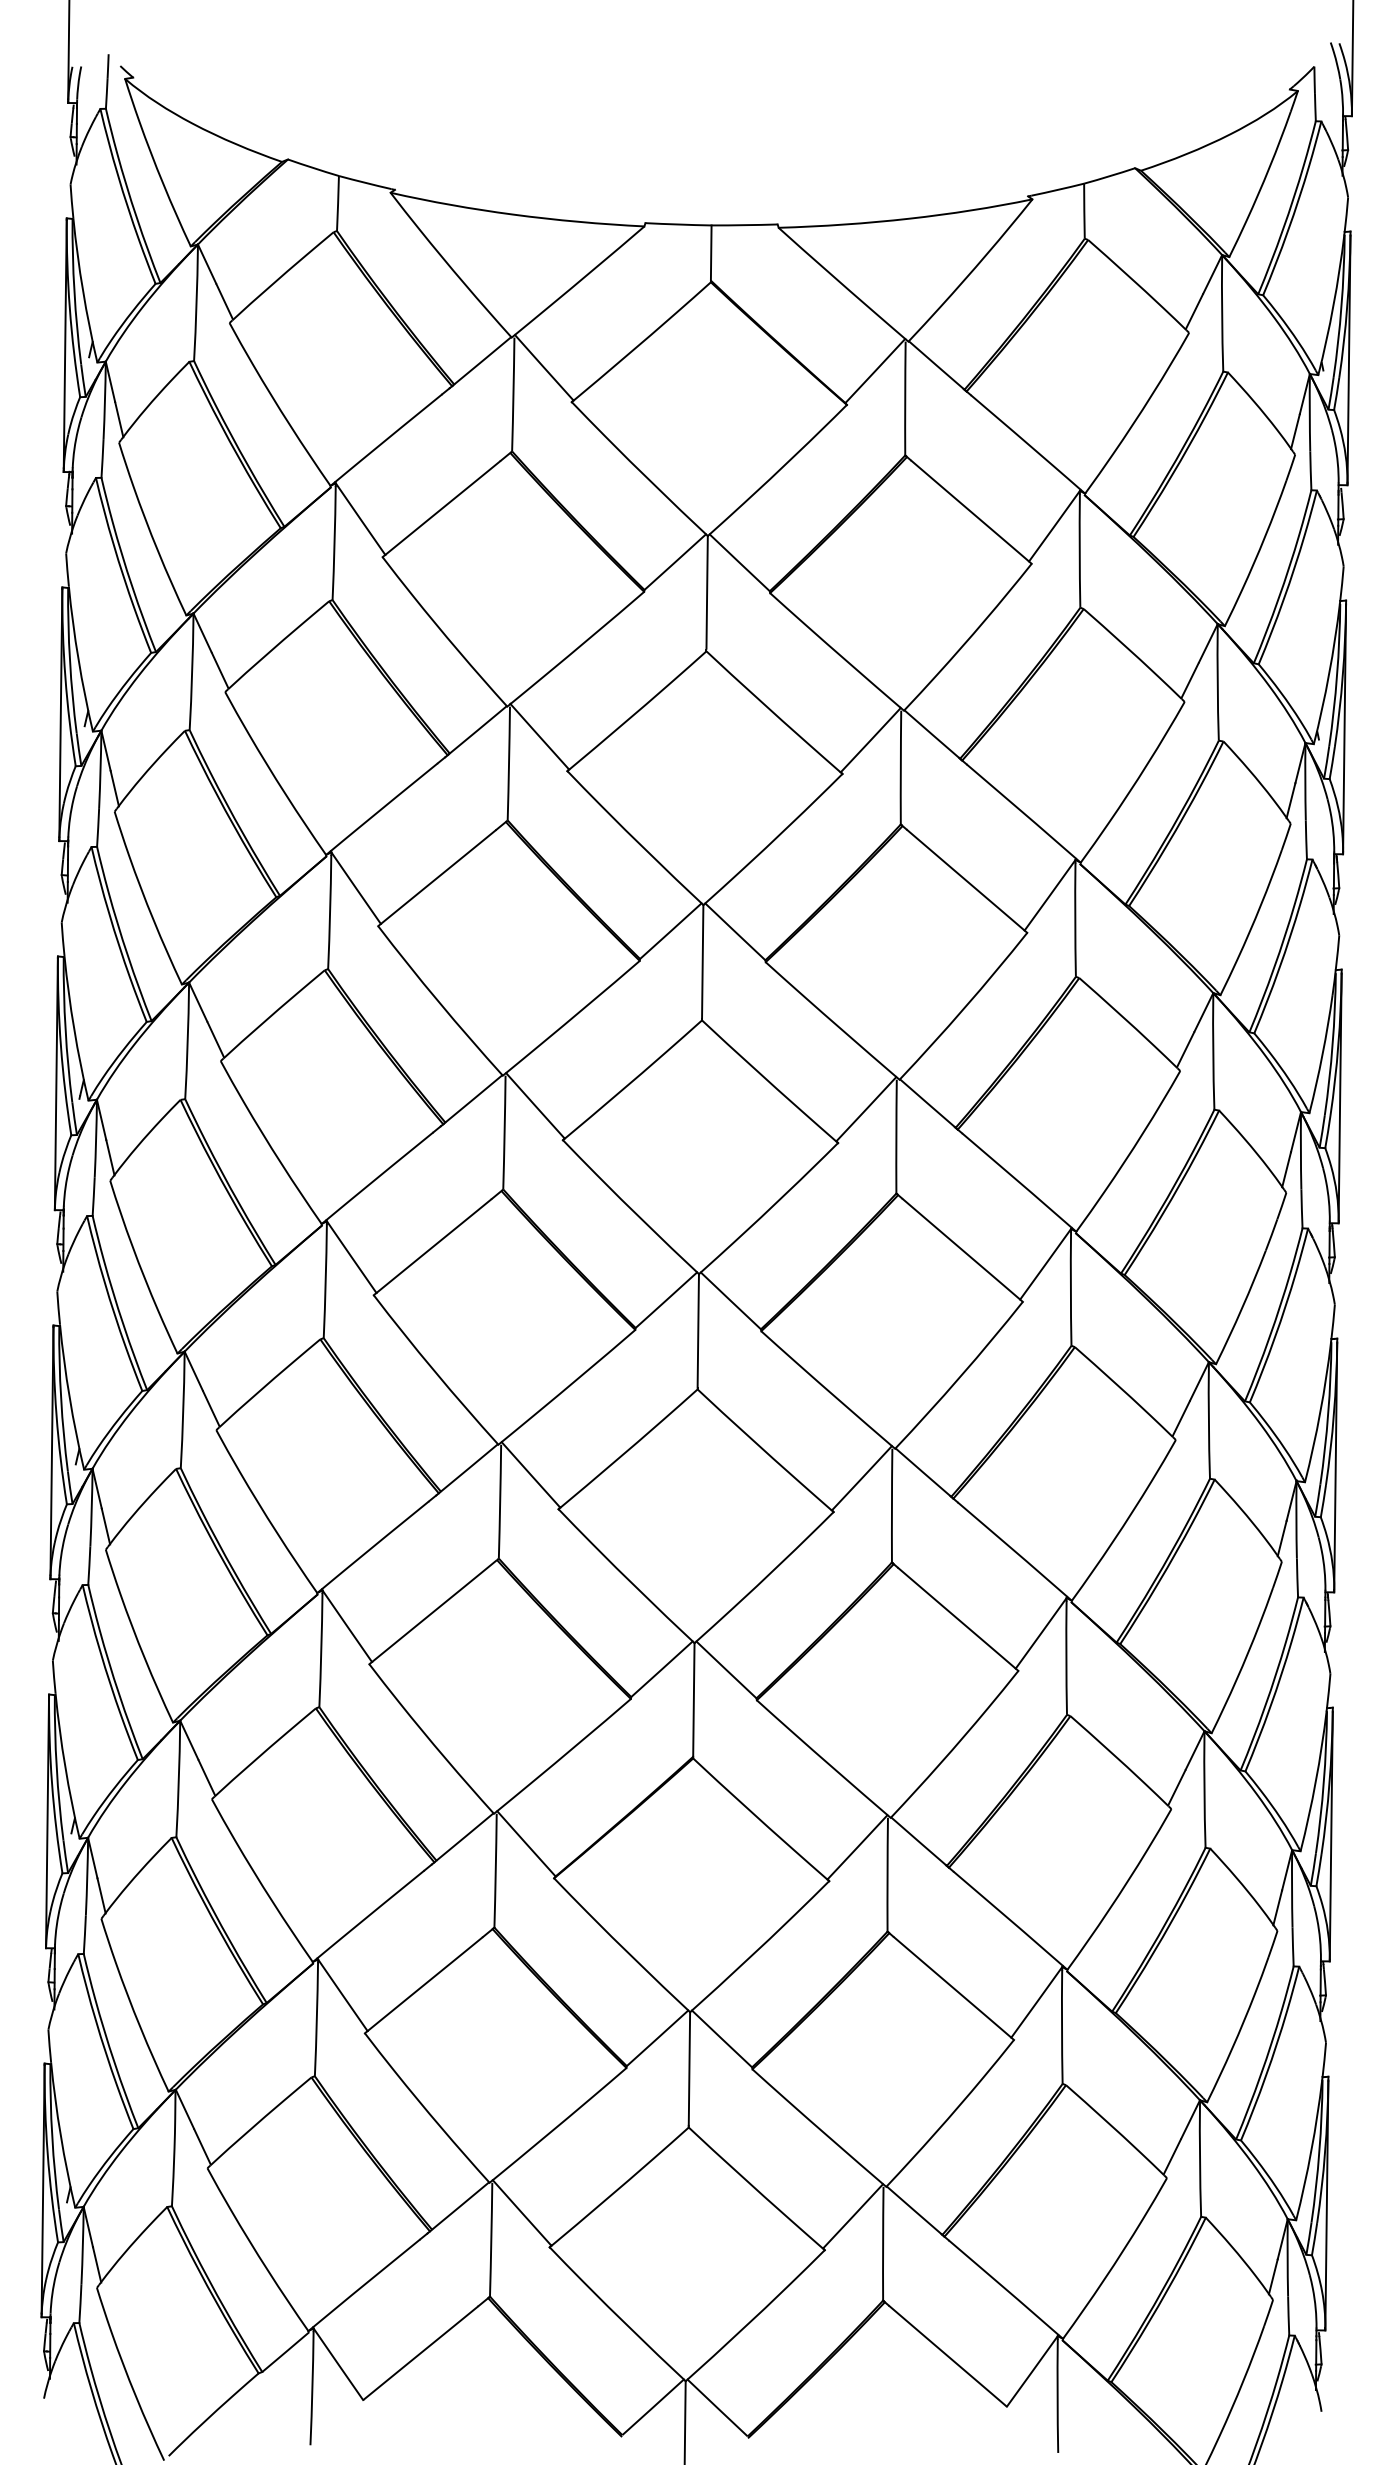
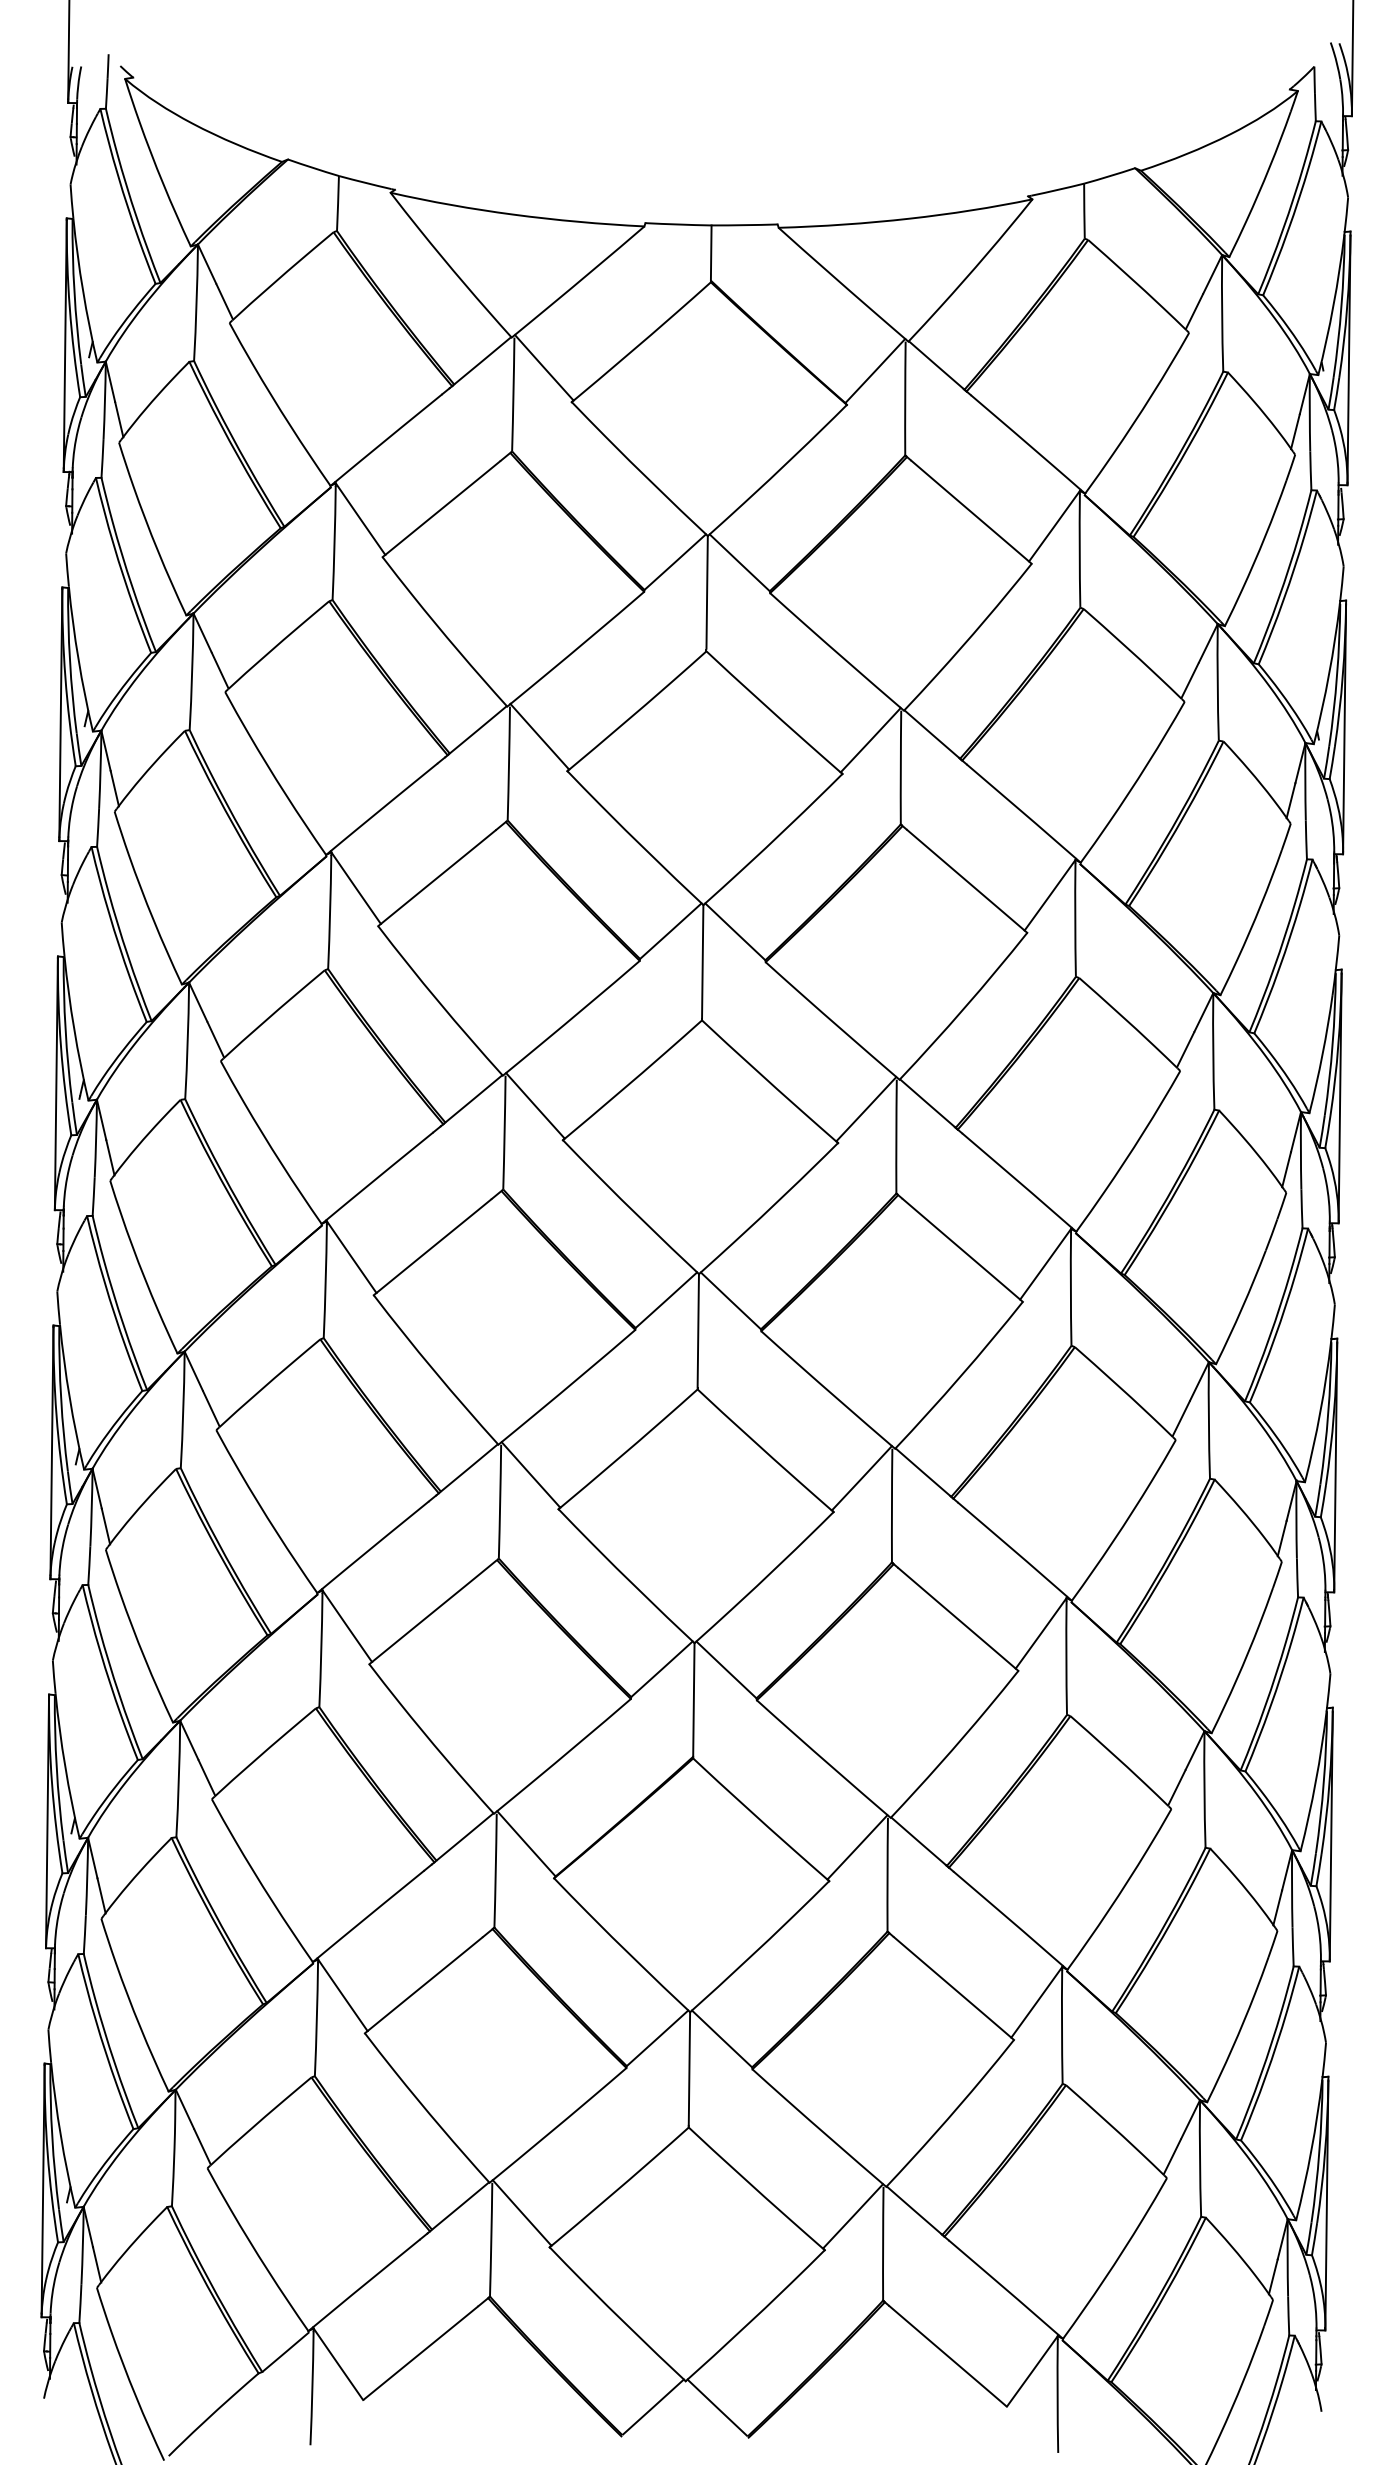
line at (684, 2421): present -> none
